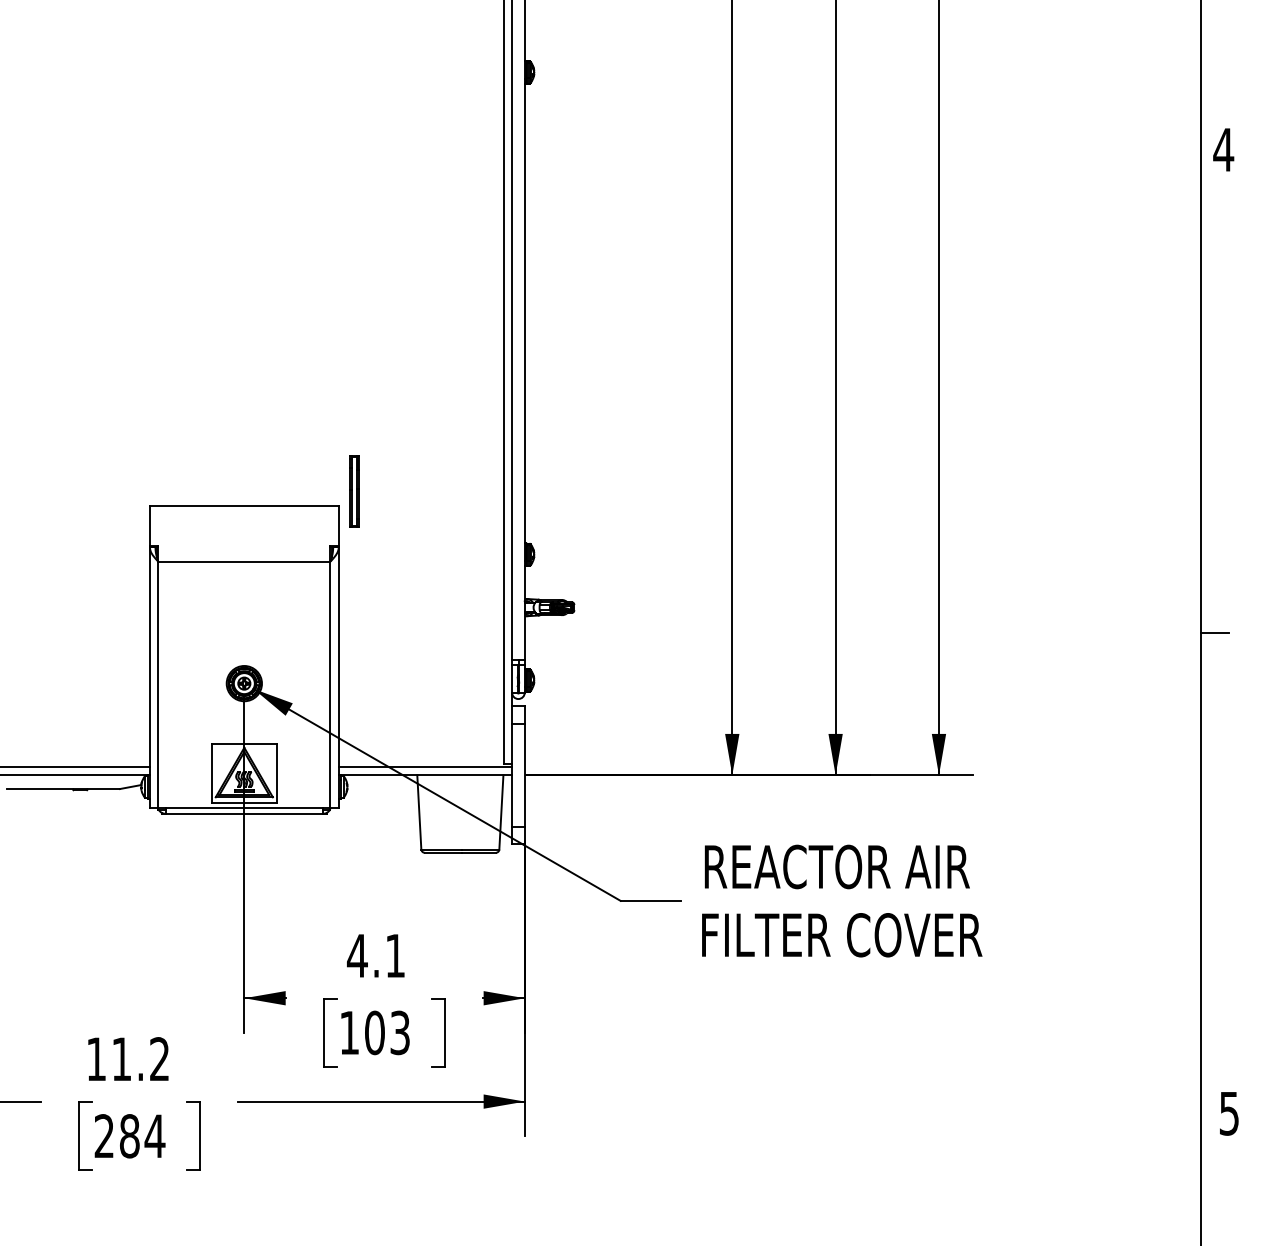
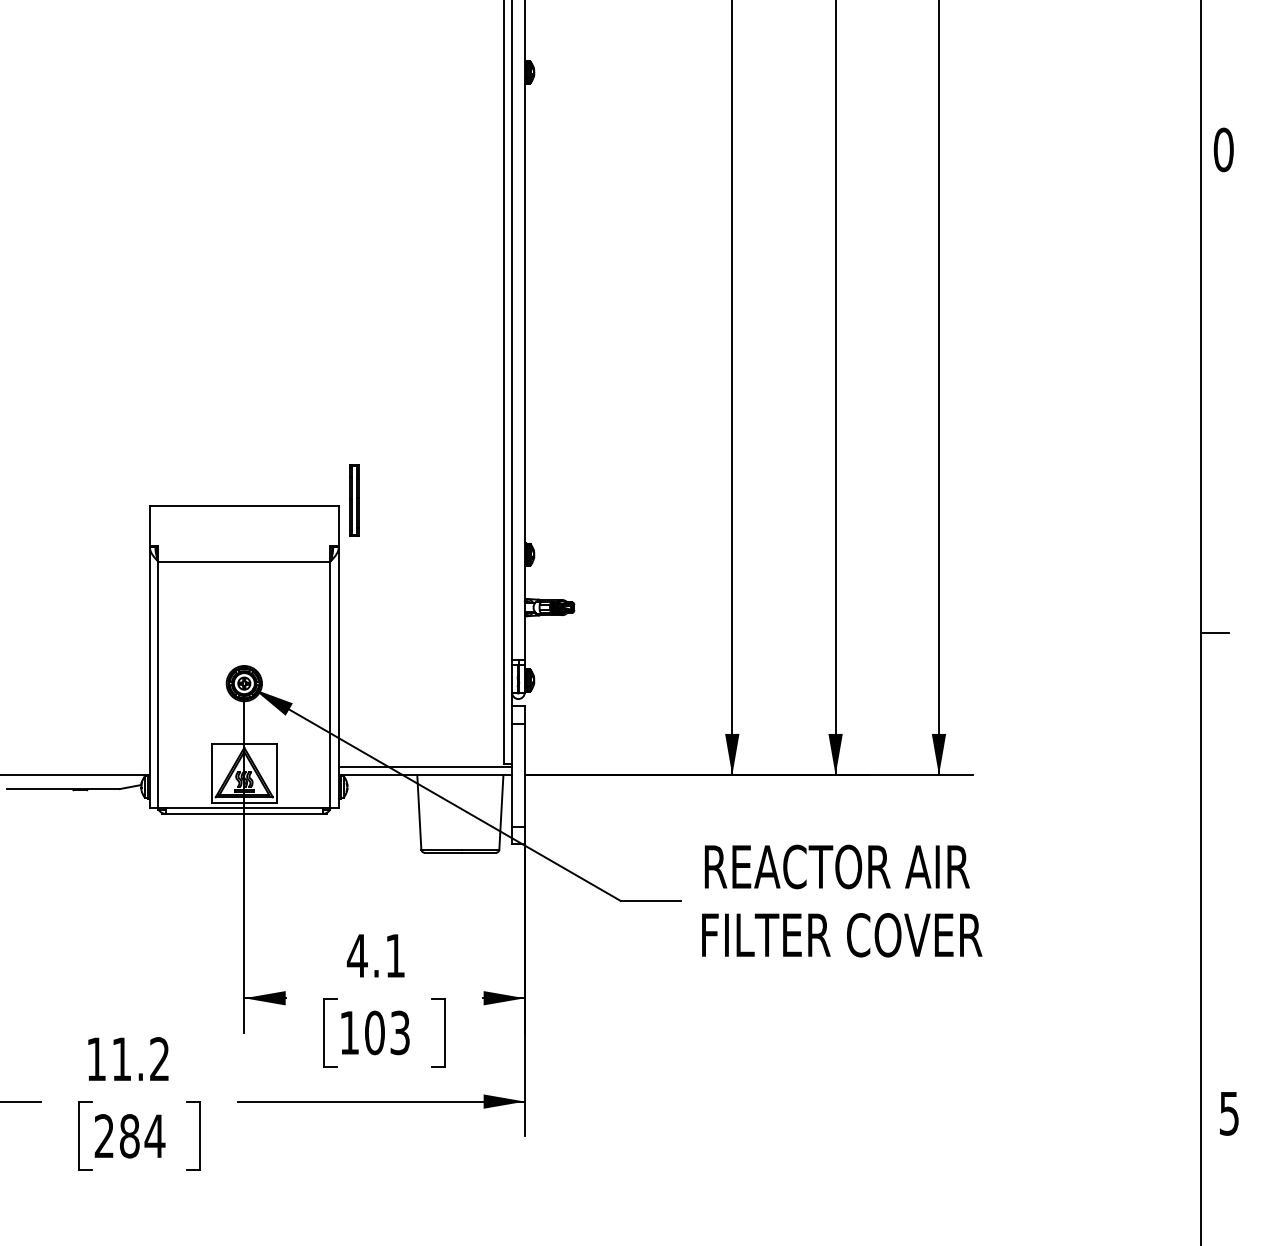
text at (1223, 149): 4 -> 0
part at (354, 491) position: (354, 491) -> (354, 500)
line at (75, 767): present -> none
